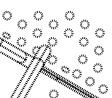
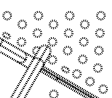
circle at (100, 15): none -> present
circle at (67, 50): none -> present
